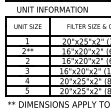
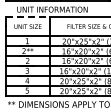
line at (28, 16): solid -> dashed
